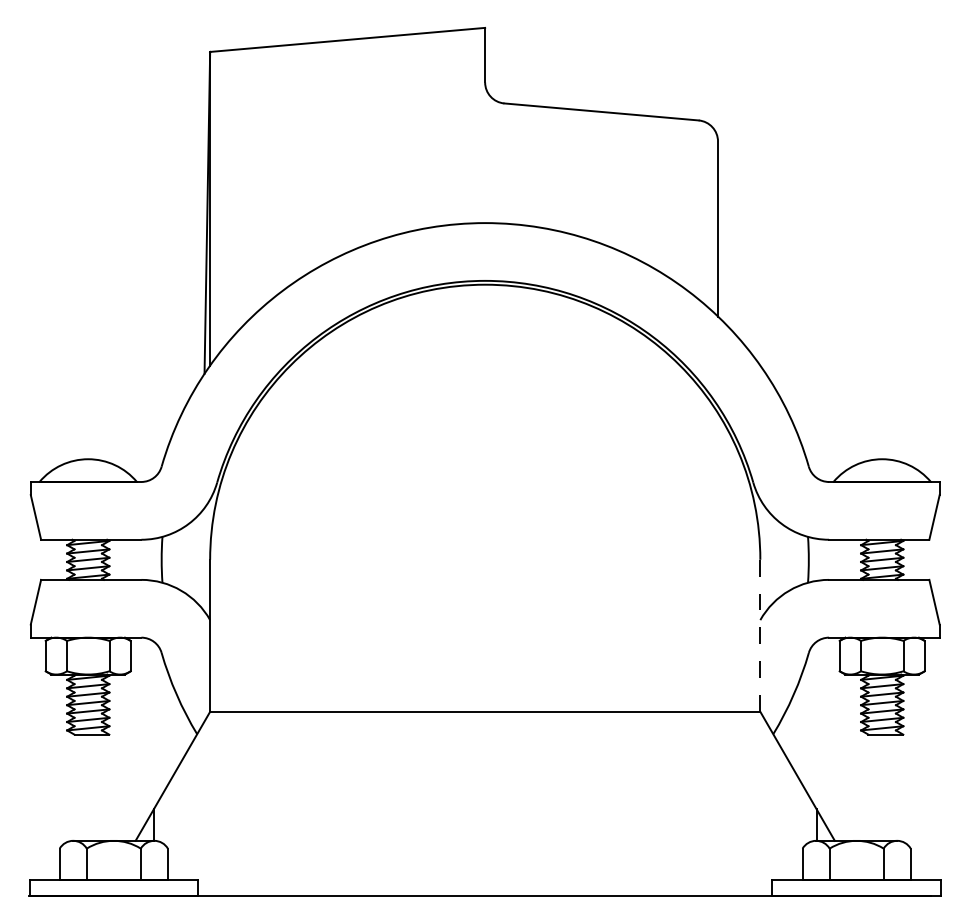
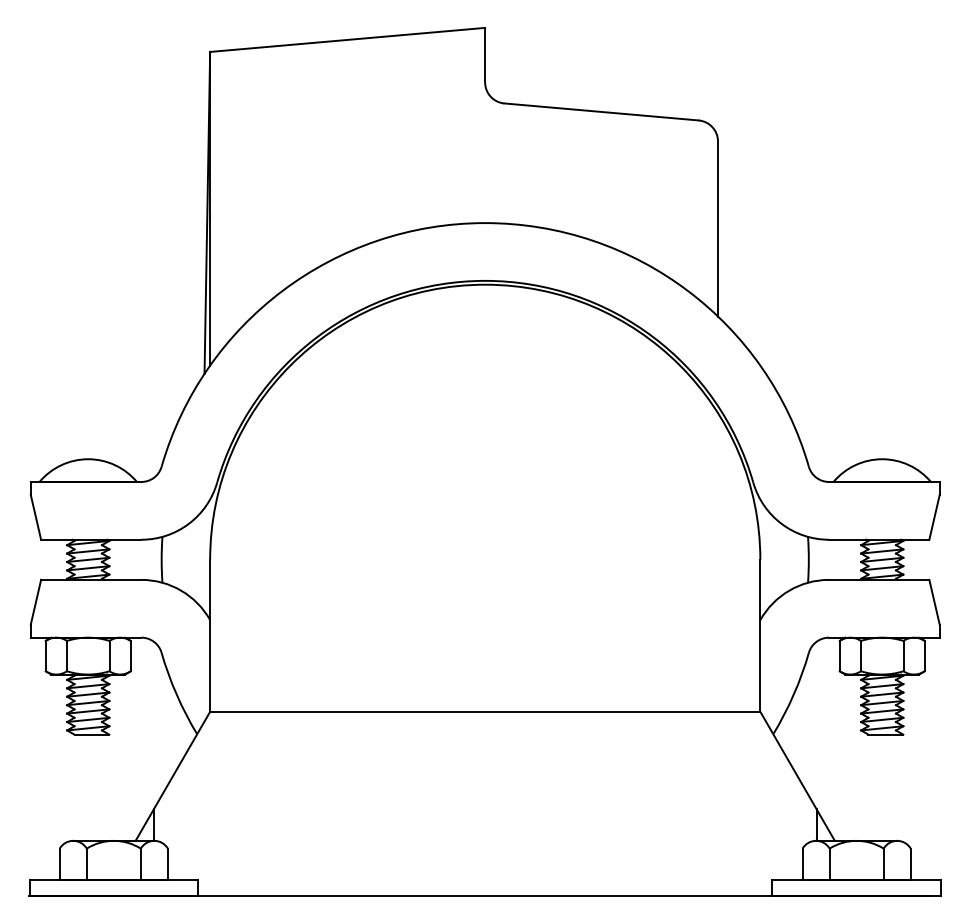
line at (760, 635): dashed -> solid
